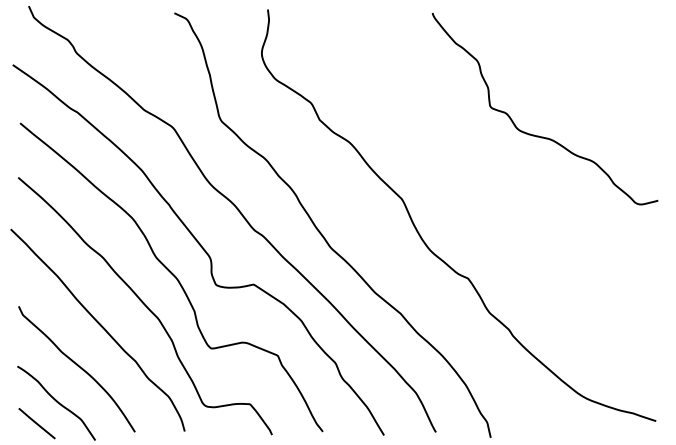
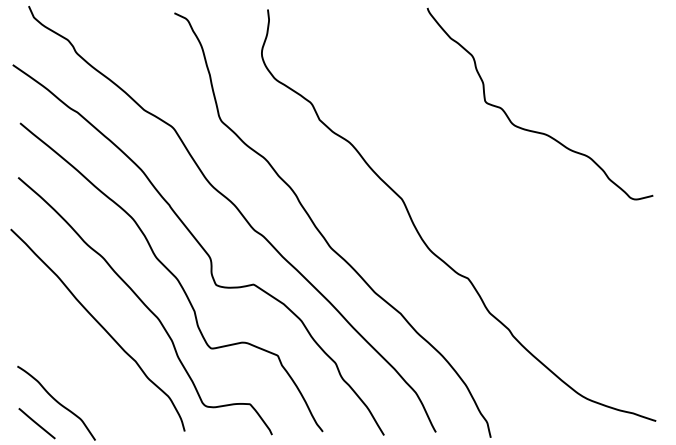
curve at (538, 135) position: (538, 135) -> (533, 130)
curve at (78, 367): present -> none
